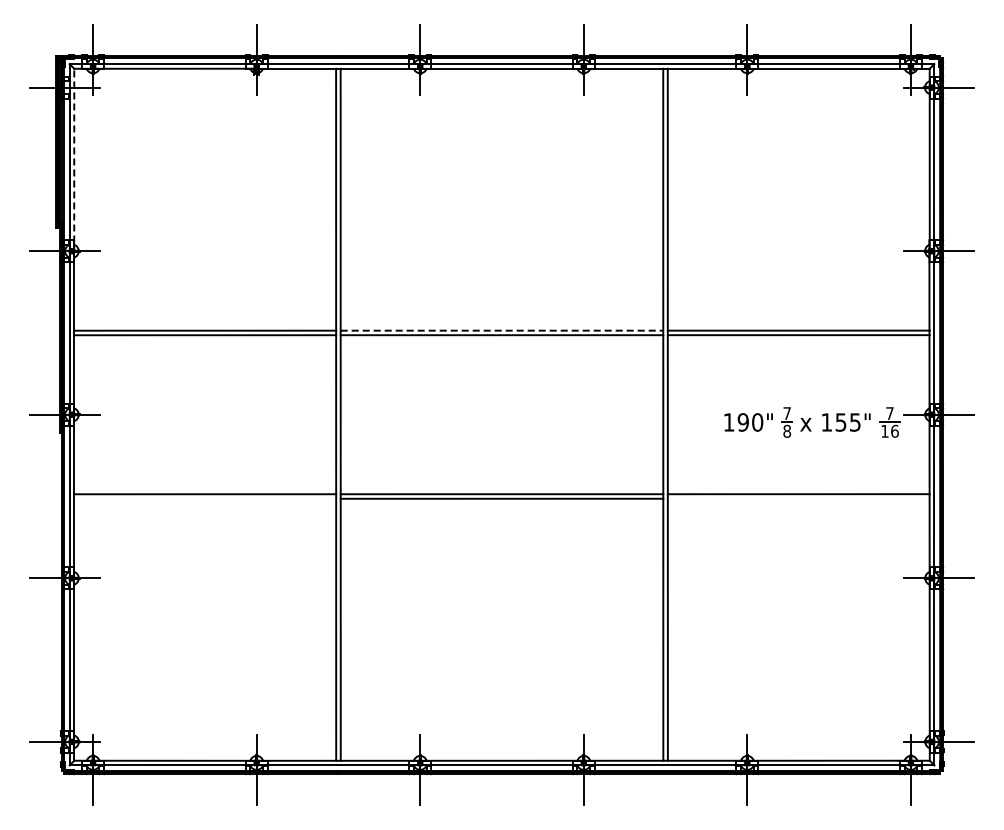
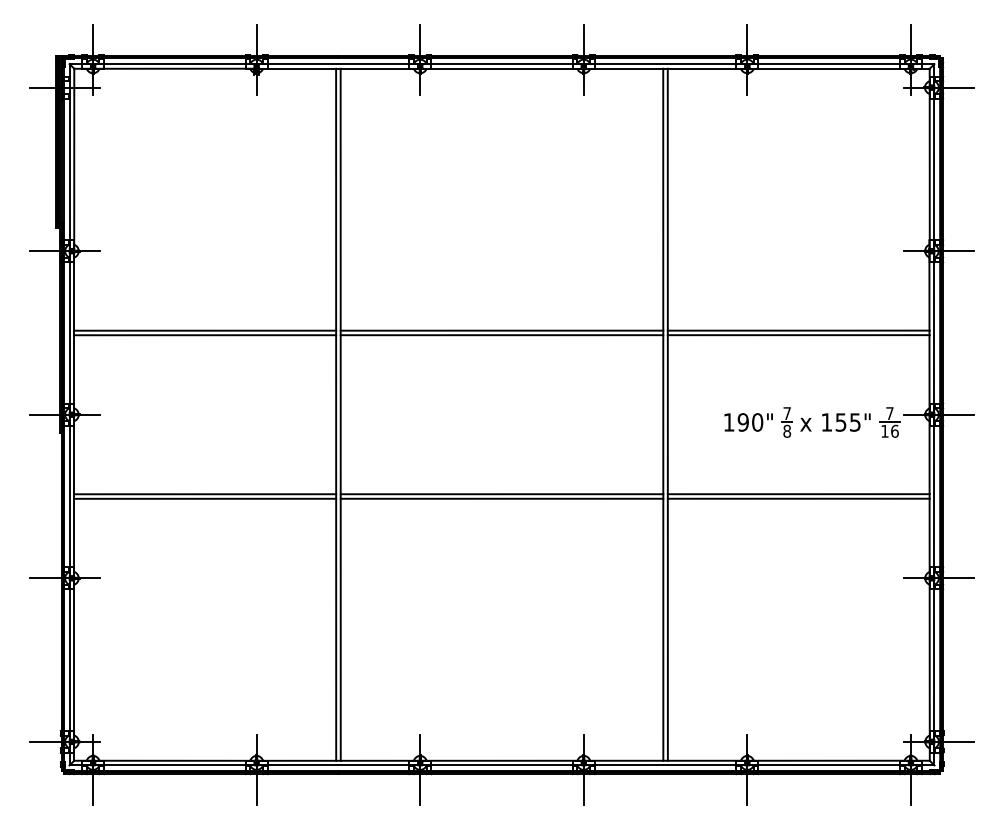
line at (74, 160): dashed -> solid
line at (502, 330): dashed -> solid
line at (205, 498): none -> present
line at (798, 498): none -> present
